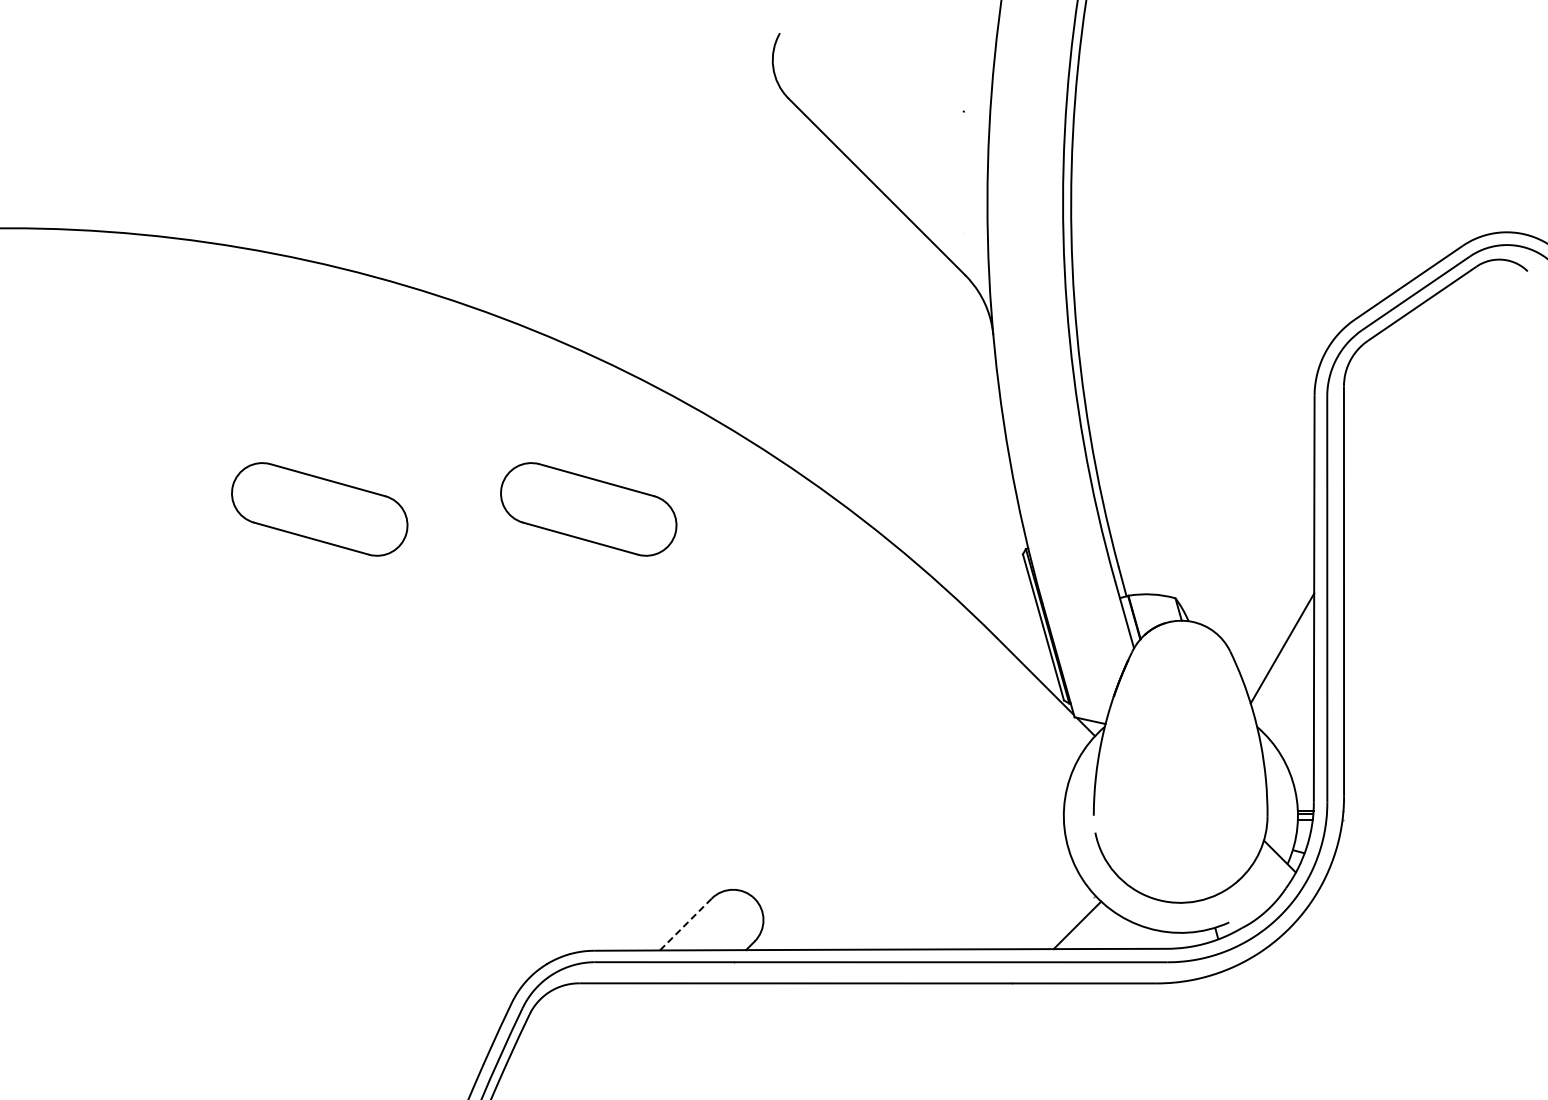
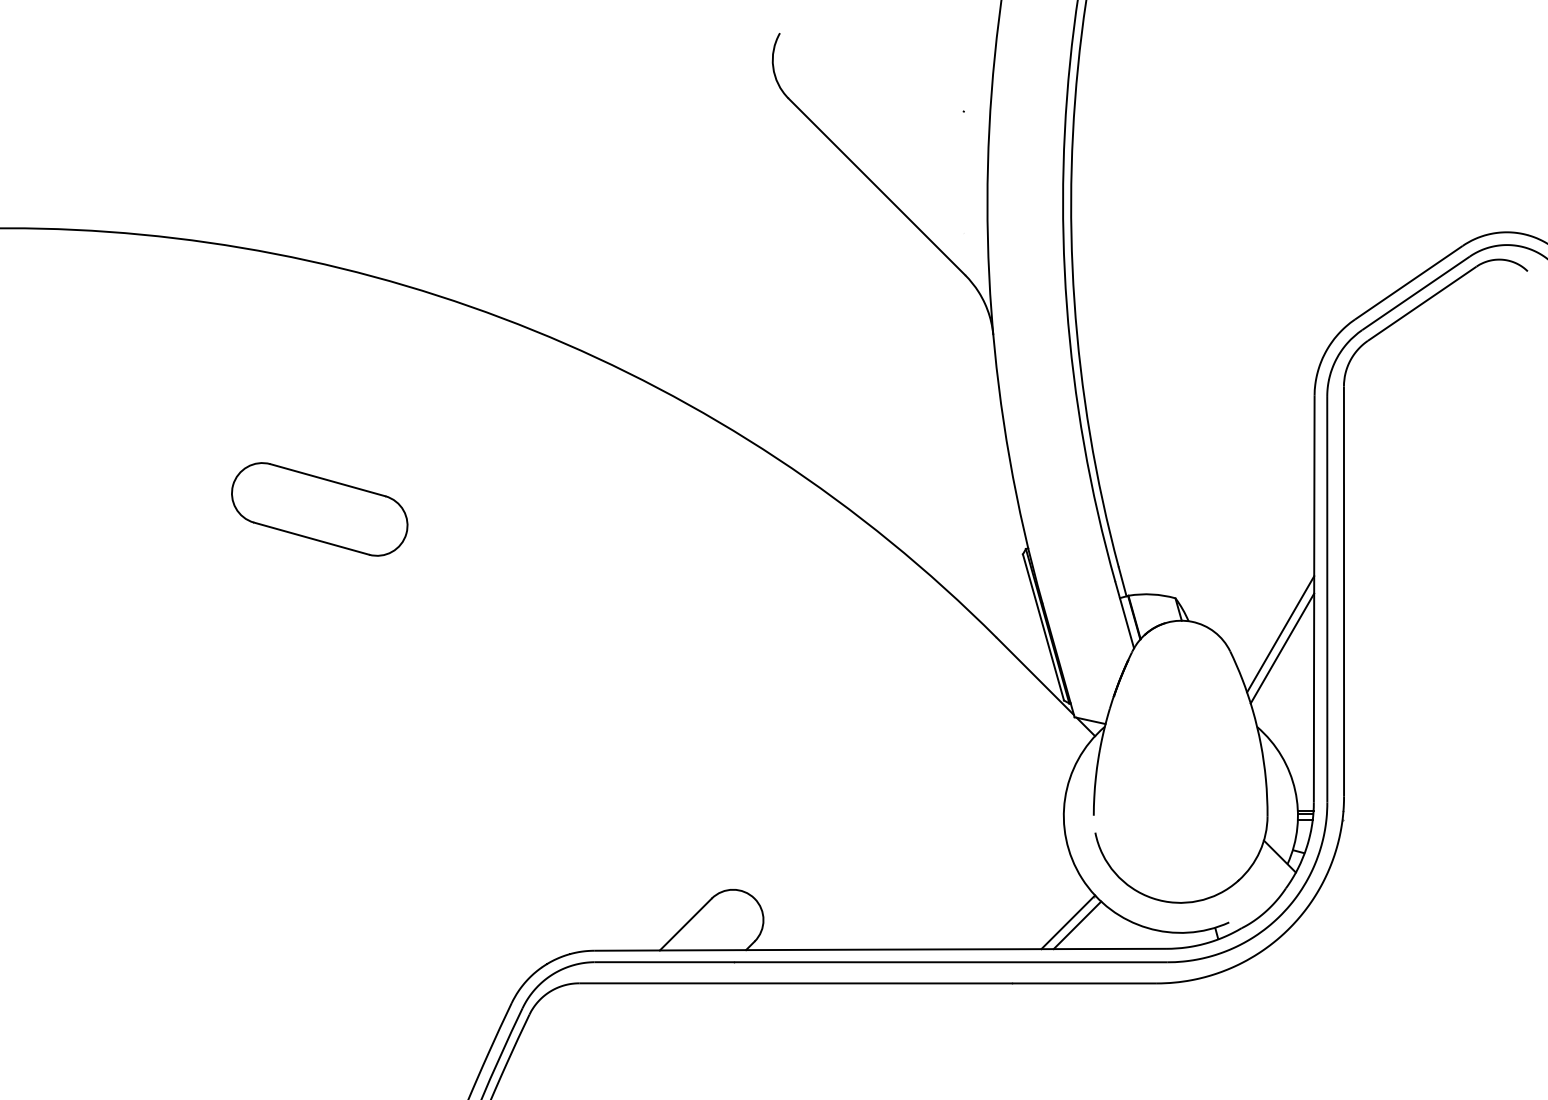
part at (588, 509): present -> none
line at (1280, 634): none -> present
line at (1068, 922): none -> present
line at (685, 924): dashed -> solid
